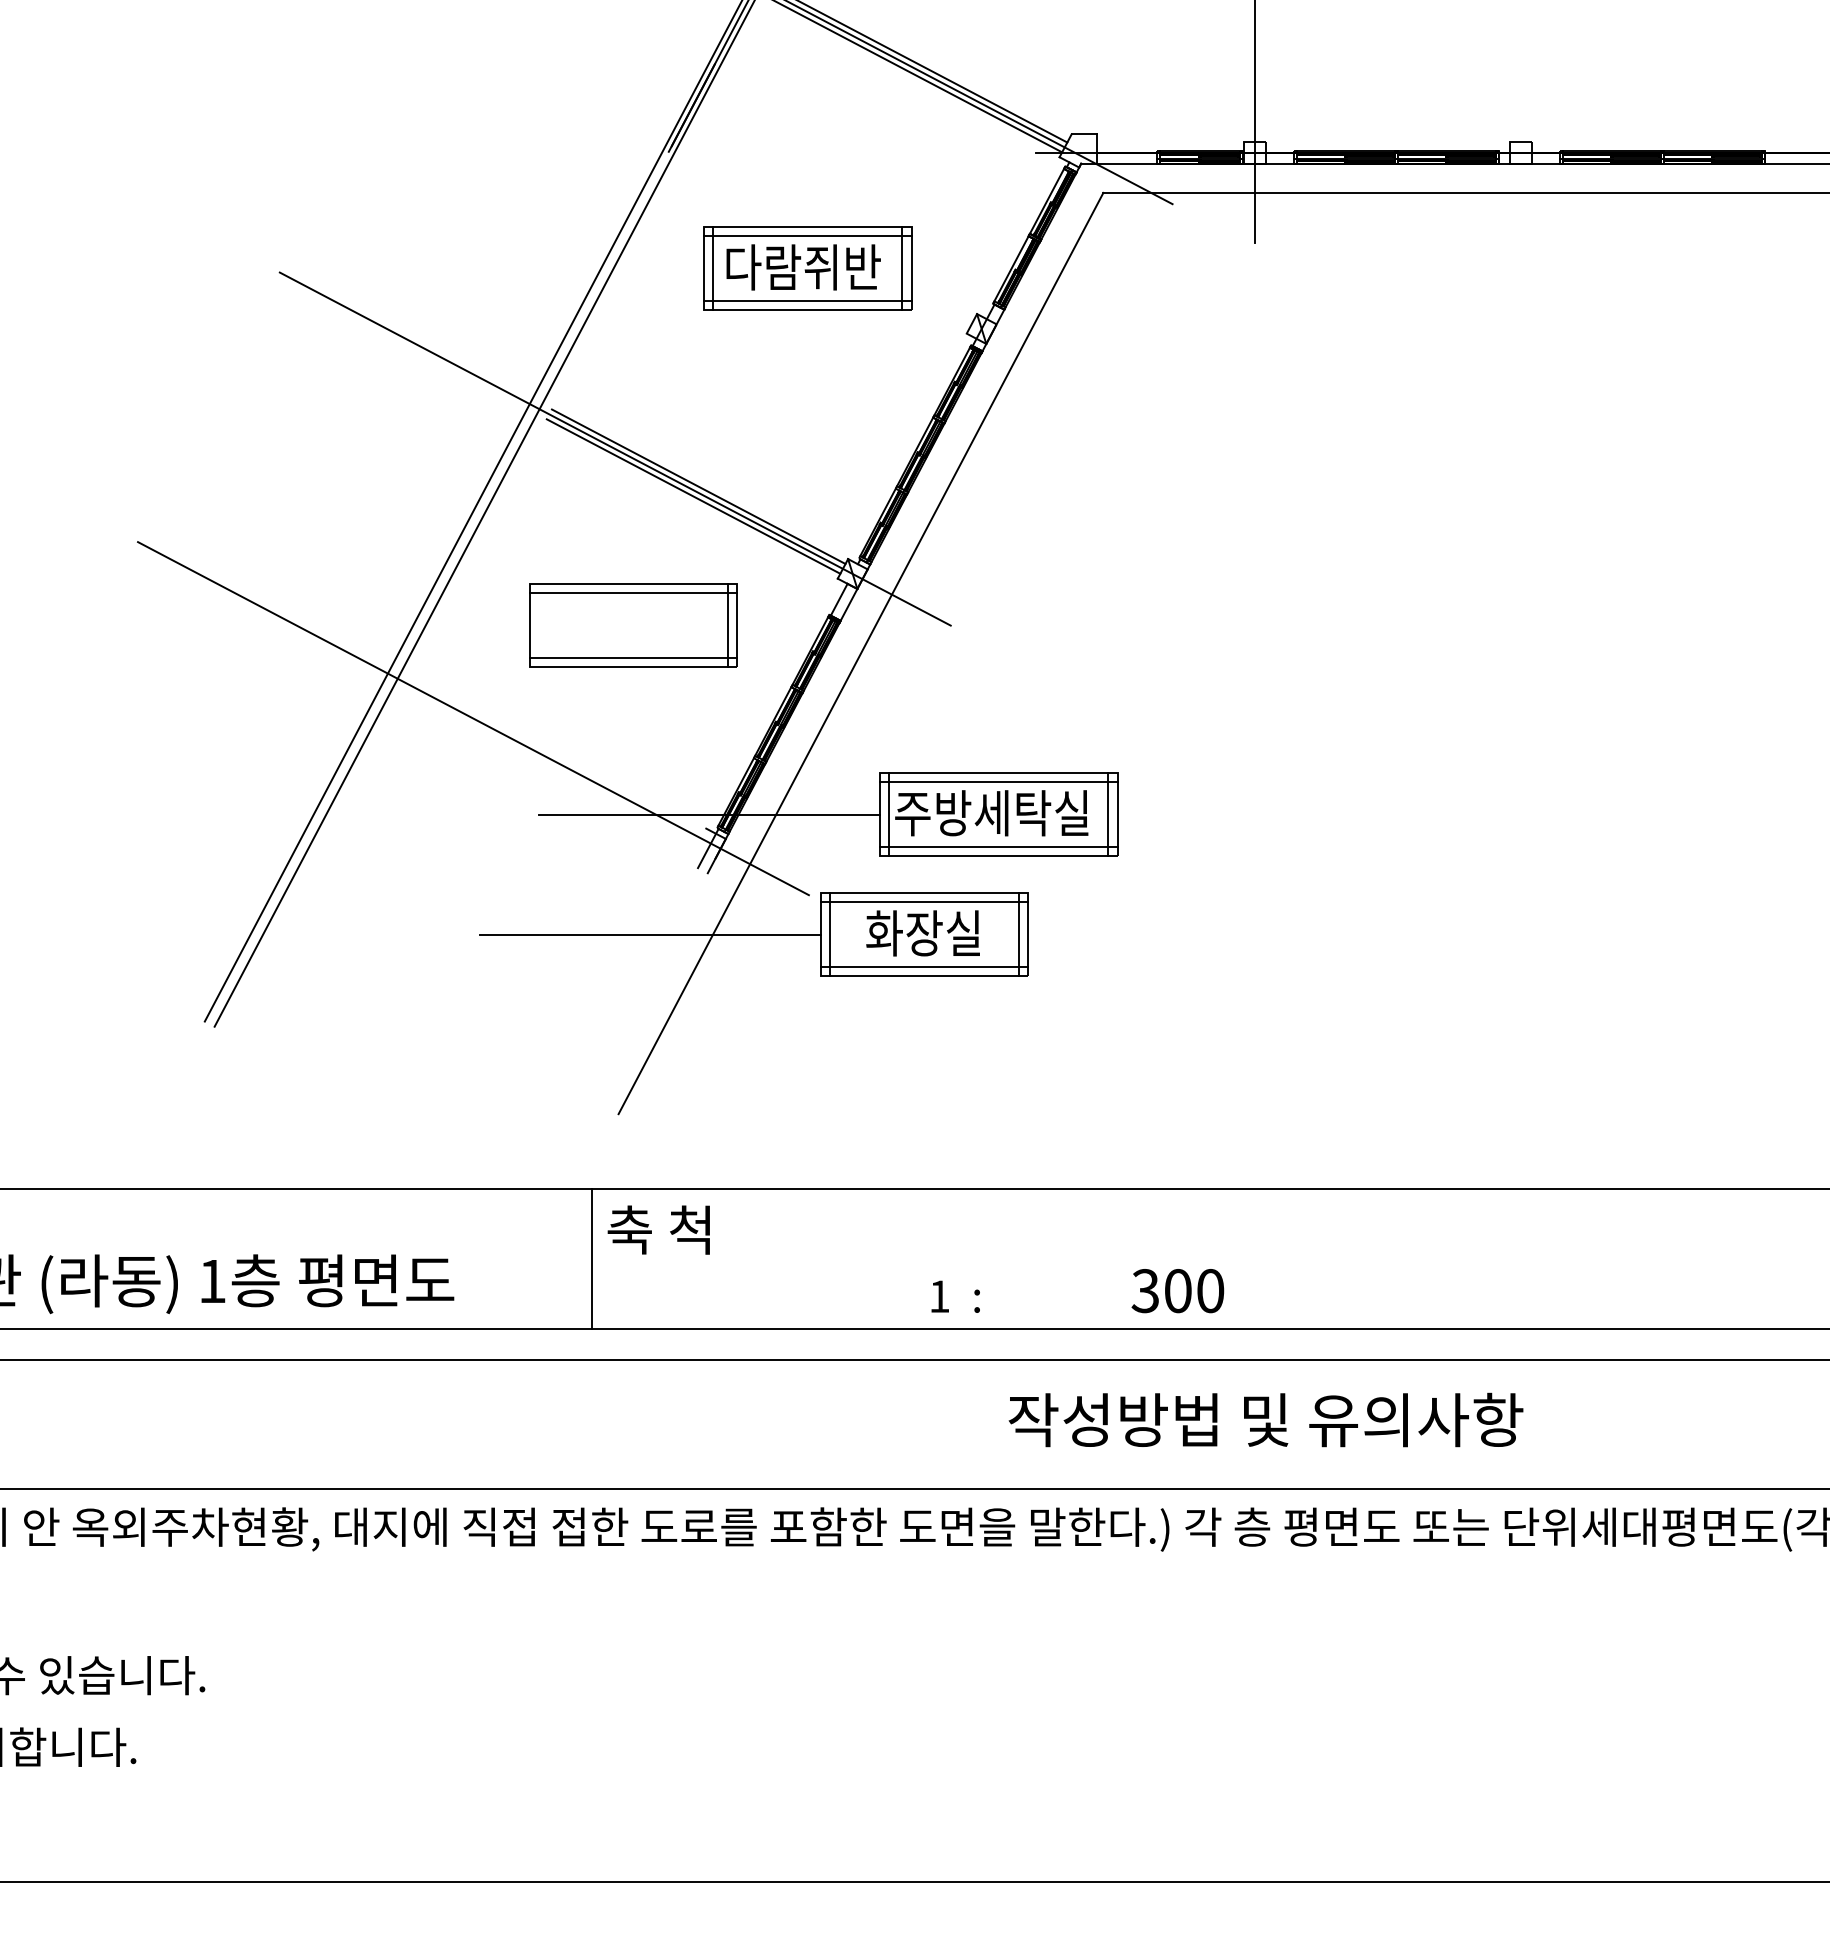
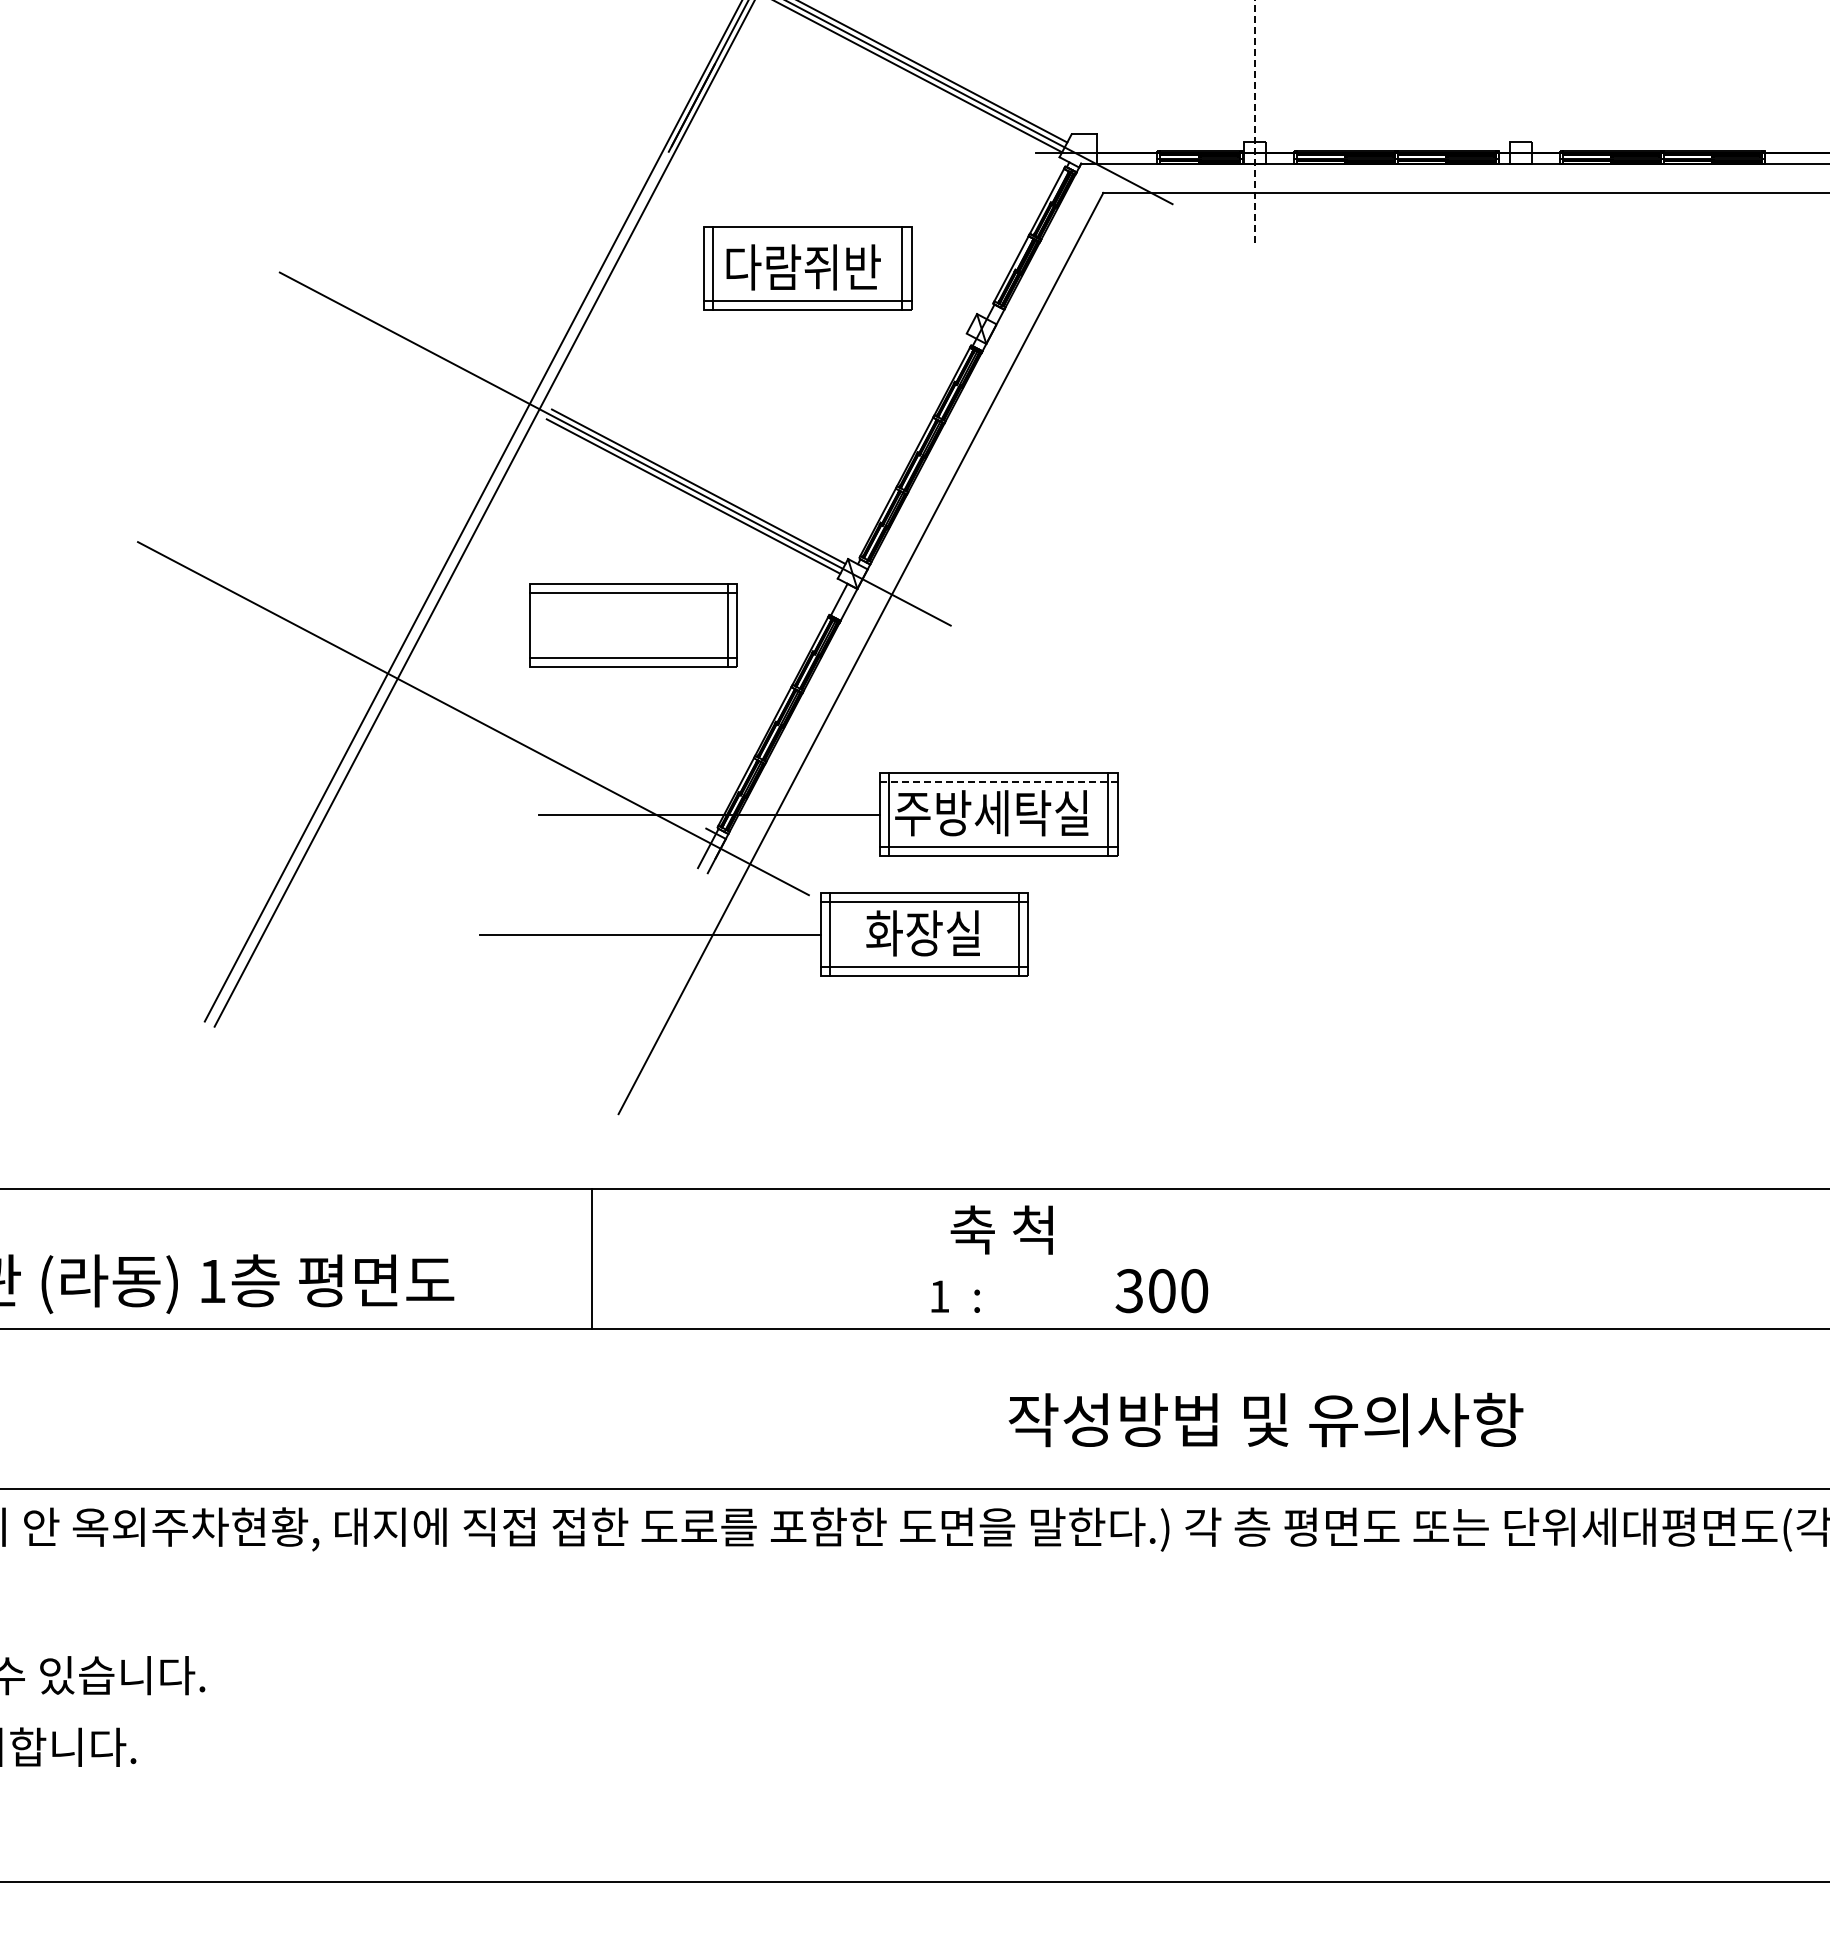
line at (1255, 120): solid -> dashed
line at (807, 236): present -> none
line at (998, 781): solid -> dashed
text at (658, 1229) position: (658, 1229) -> (1001, 1229)
text at (1177, 1291) position: (1177, 1291) -> (1161, 1291)
line at (914, 1360): present -> none
